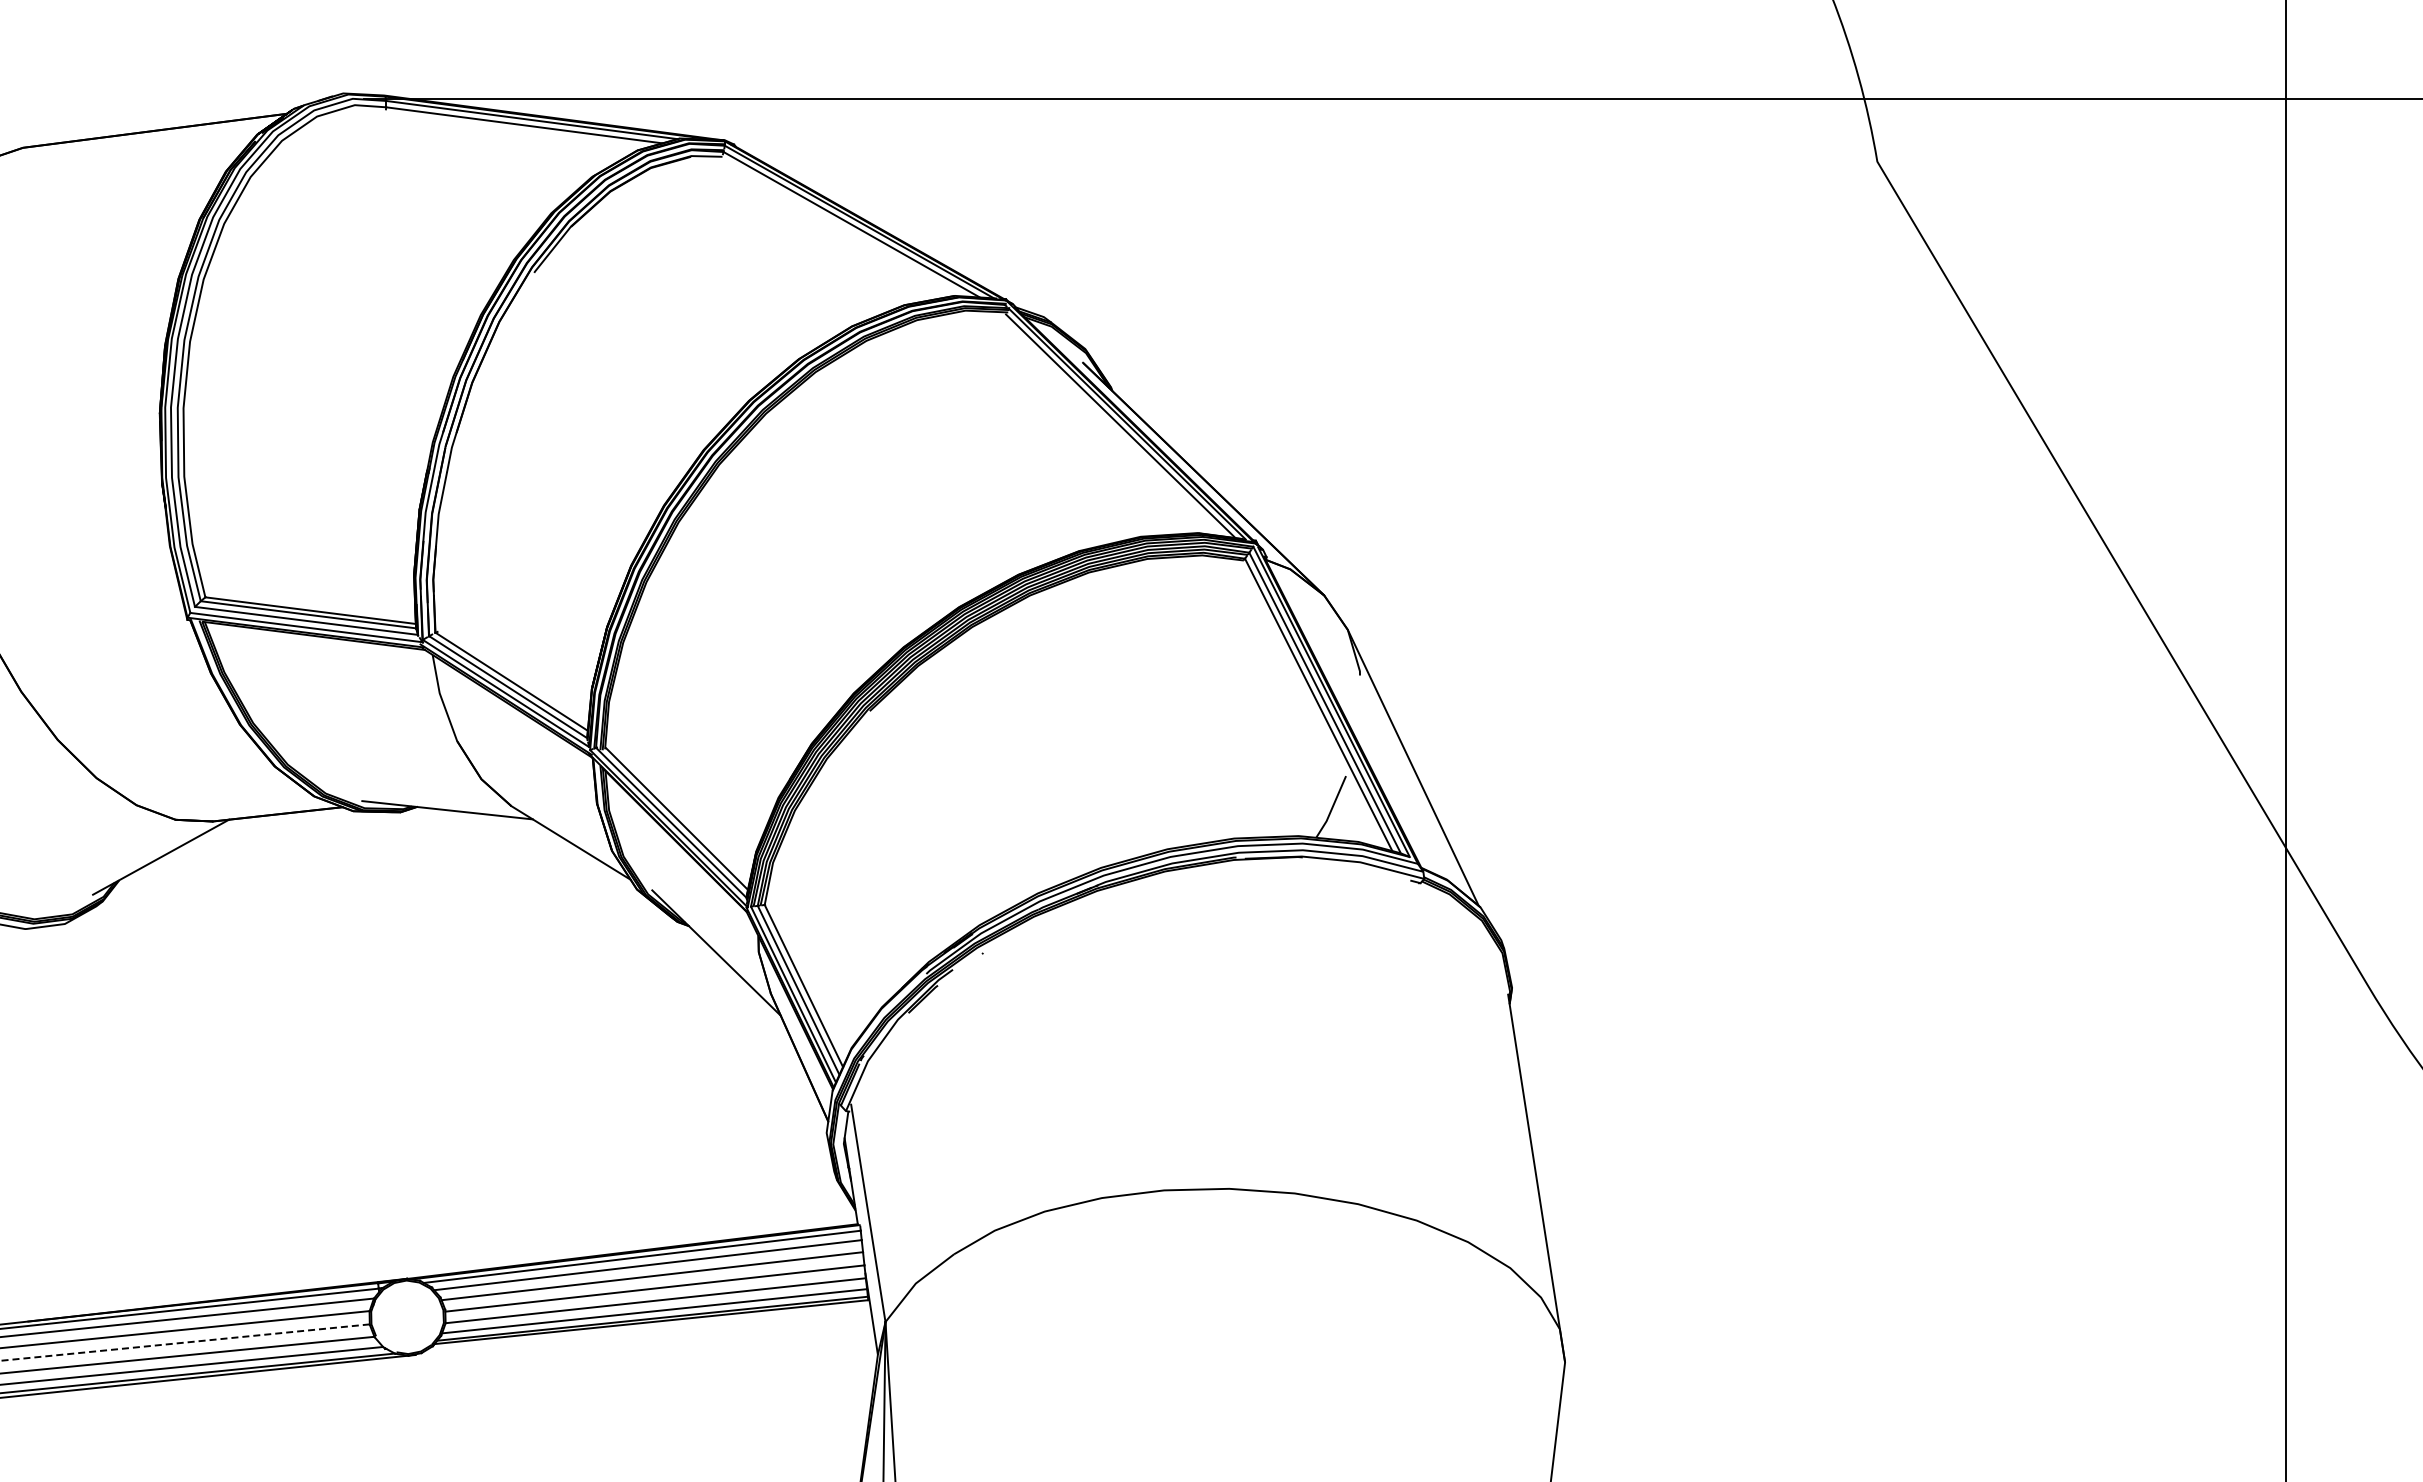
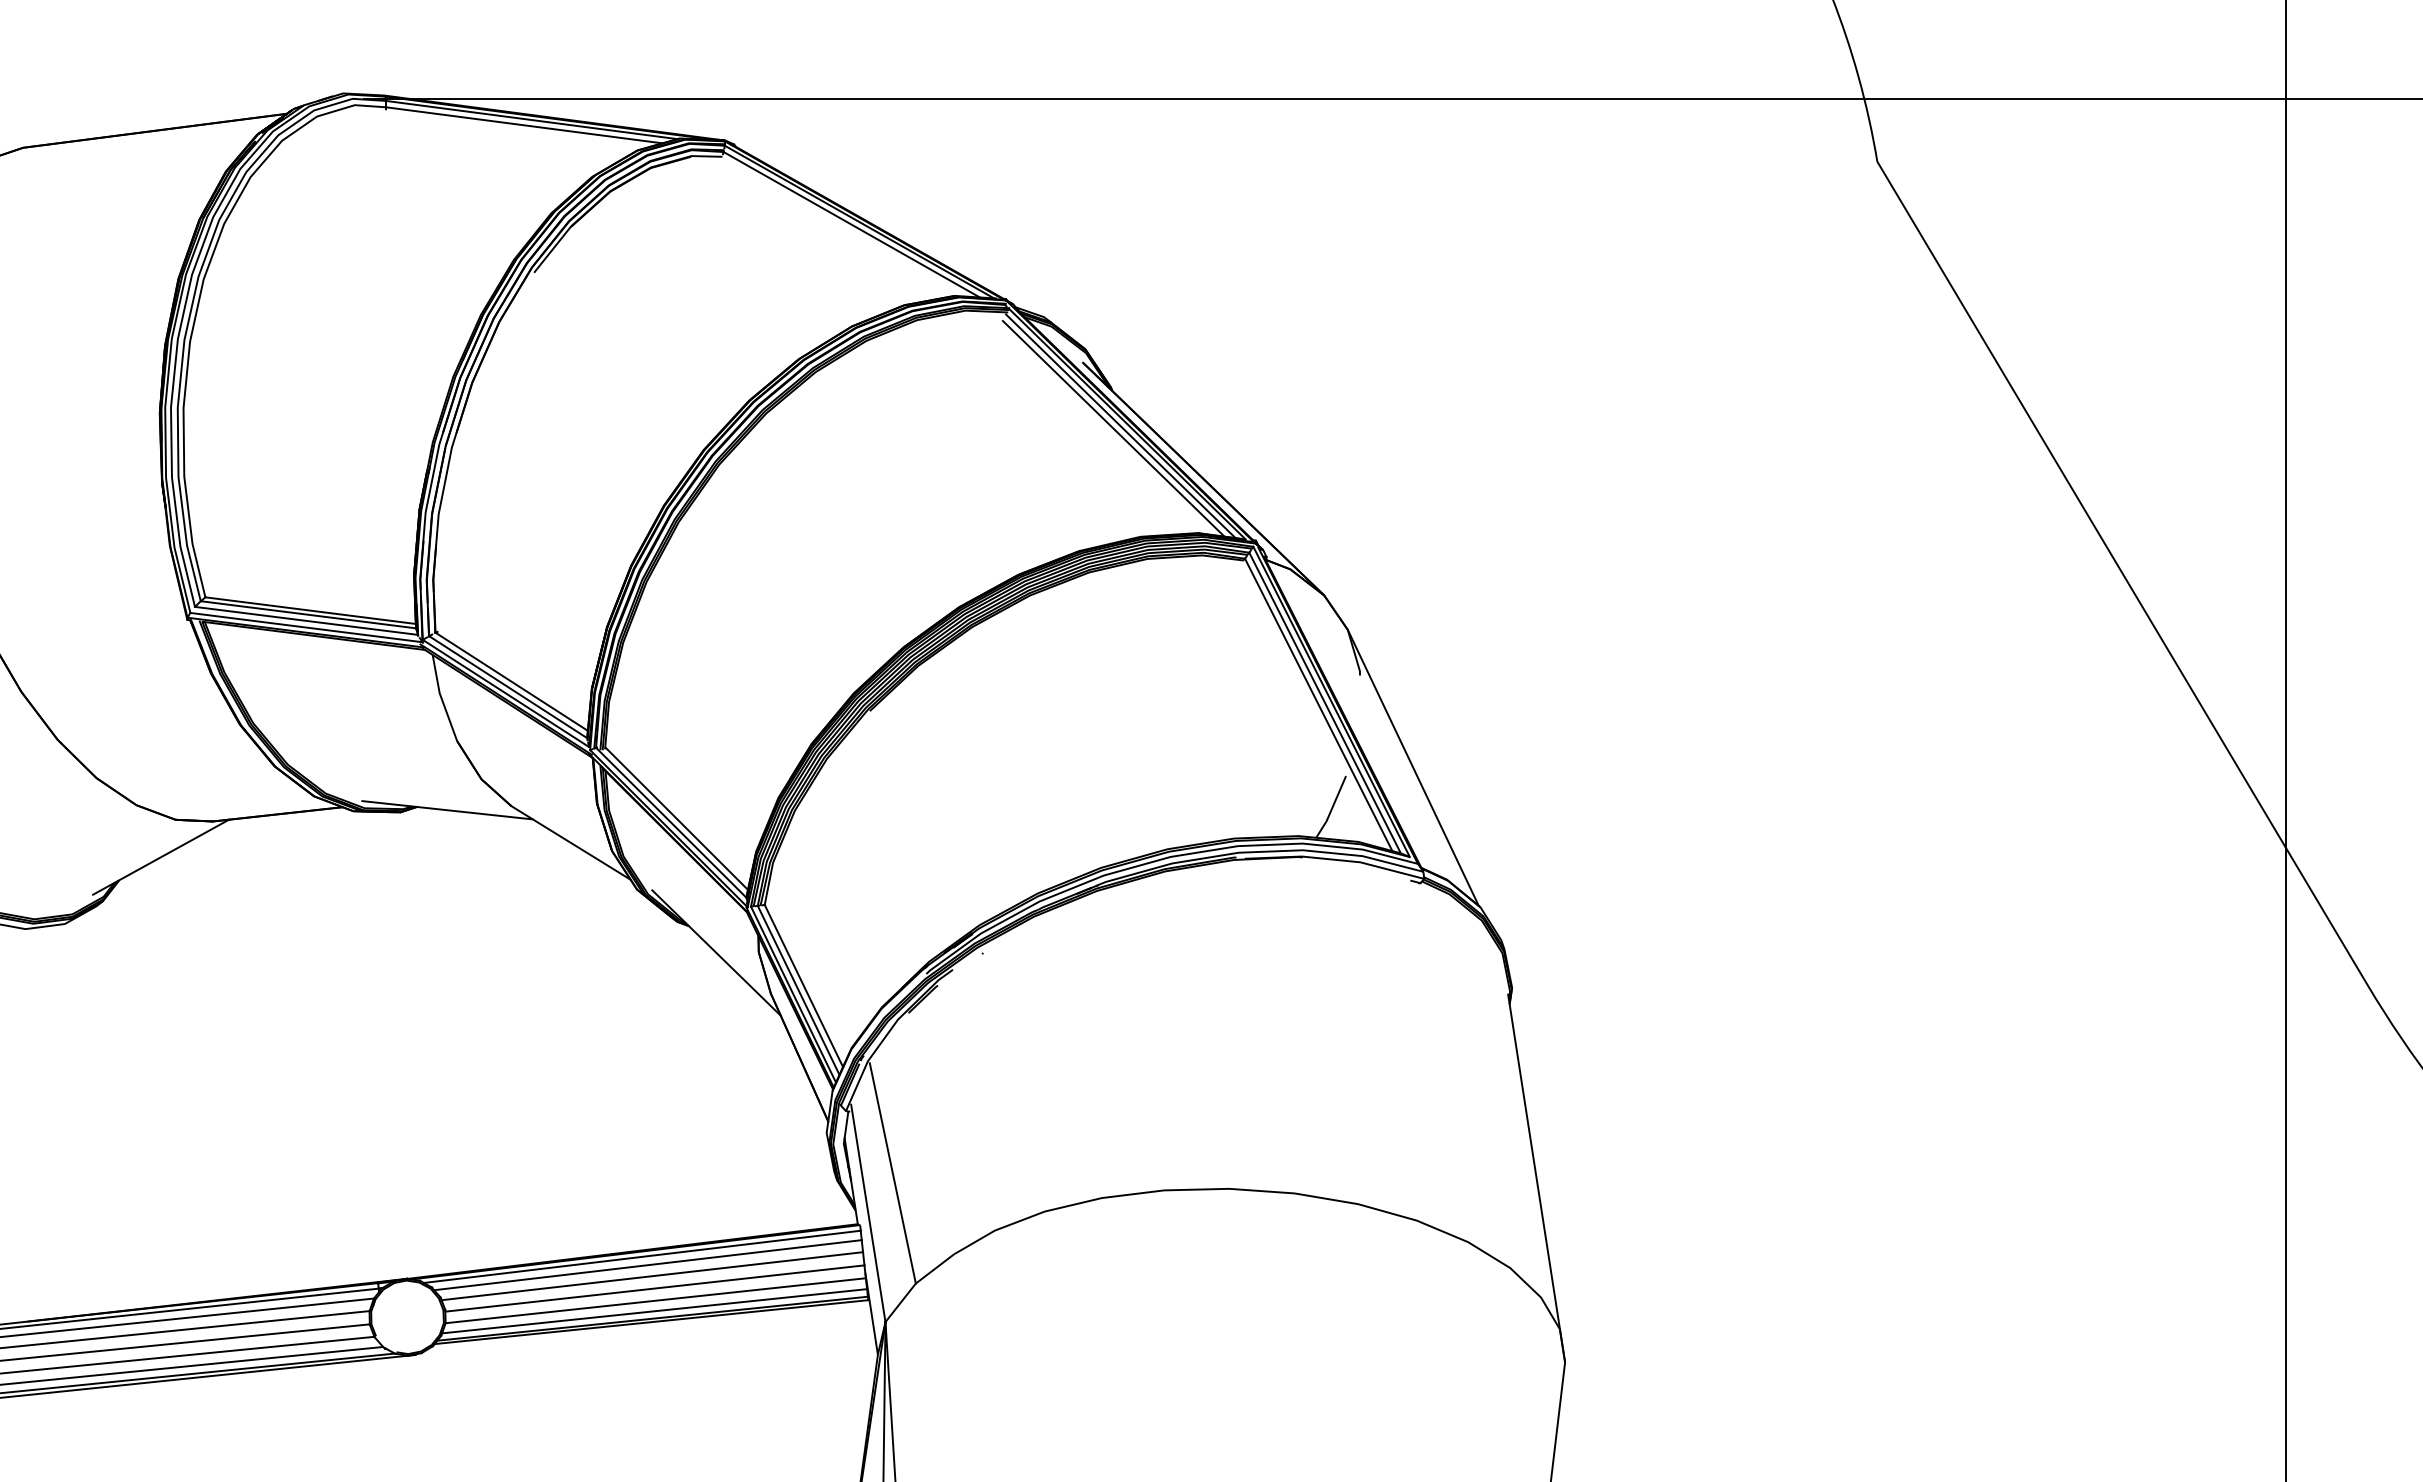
line at (1113, 428): none -> present
line at (892, 1173): none -> present
line at (185, 1342): dashed -> solid
